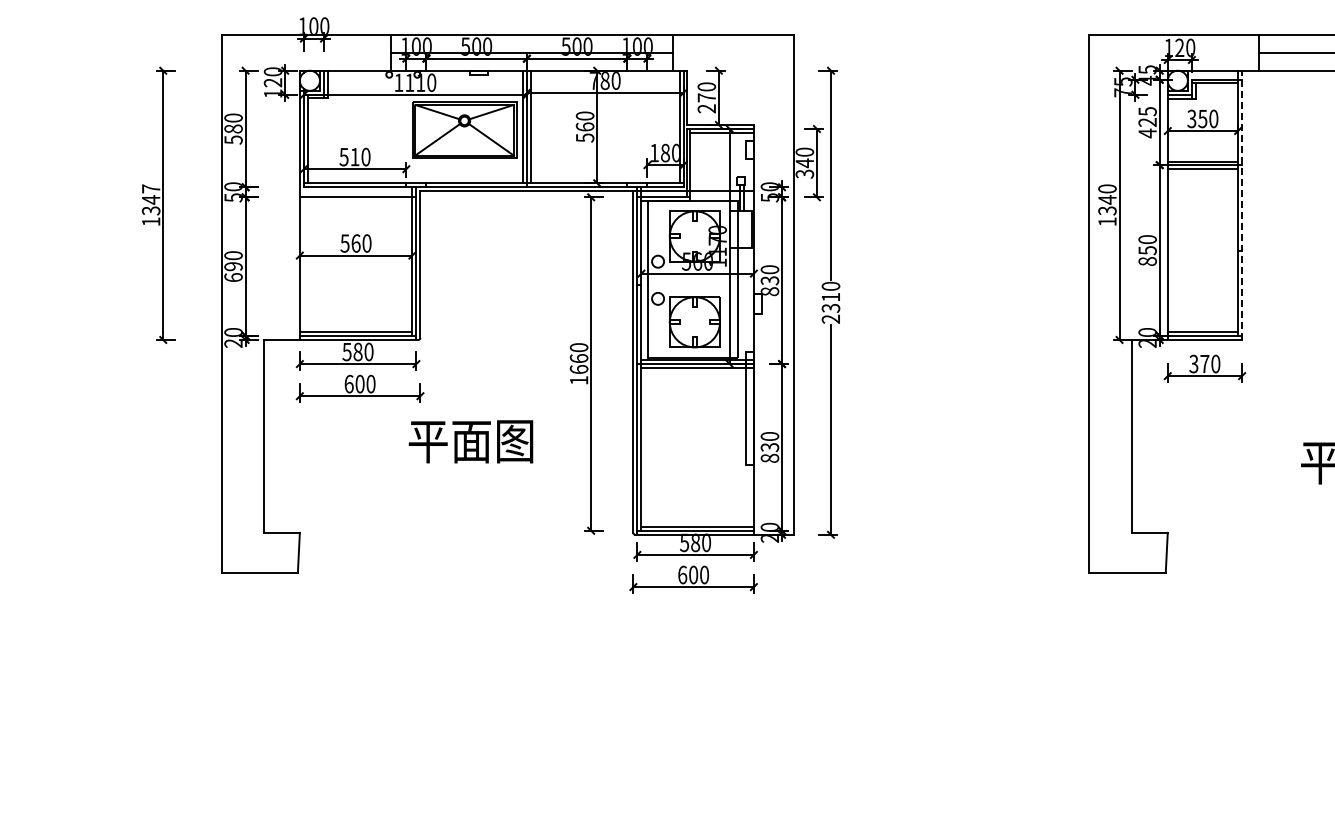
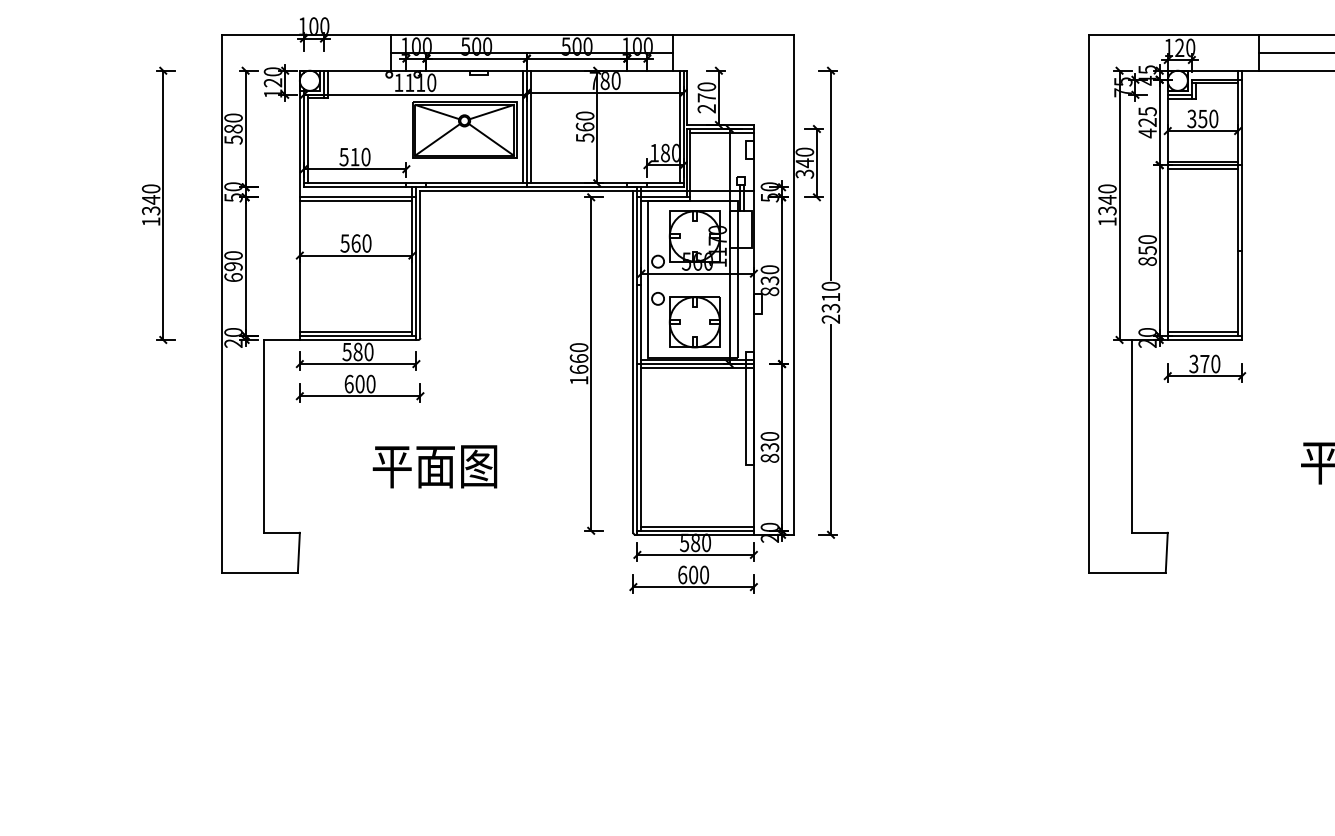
text at (150, 188): 1347 -> 1340
line at (355, 200): none -> present
line at (1242, 205): dashed -> solid
text at (470, 441) position: (470, 441) -> (434, 466)
